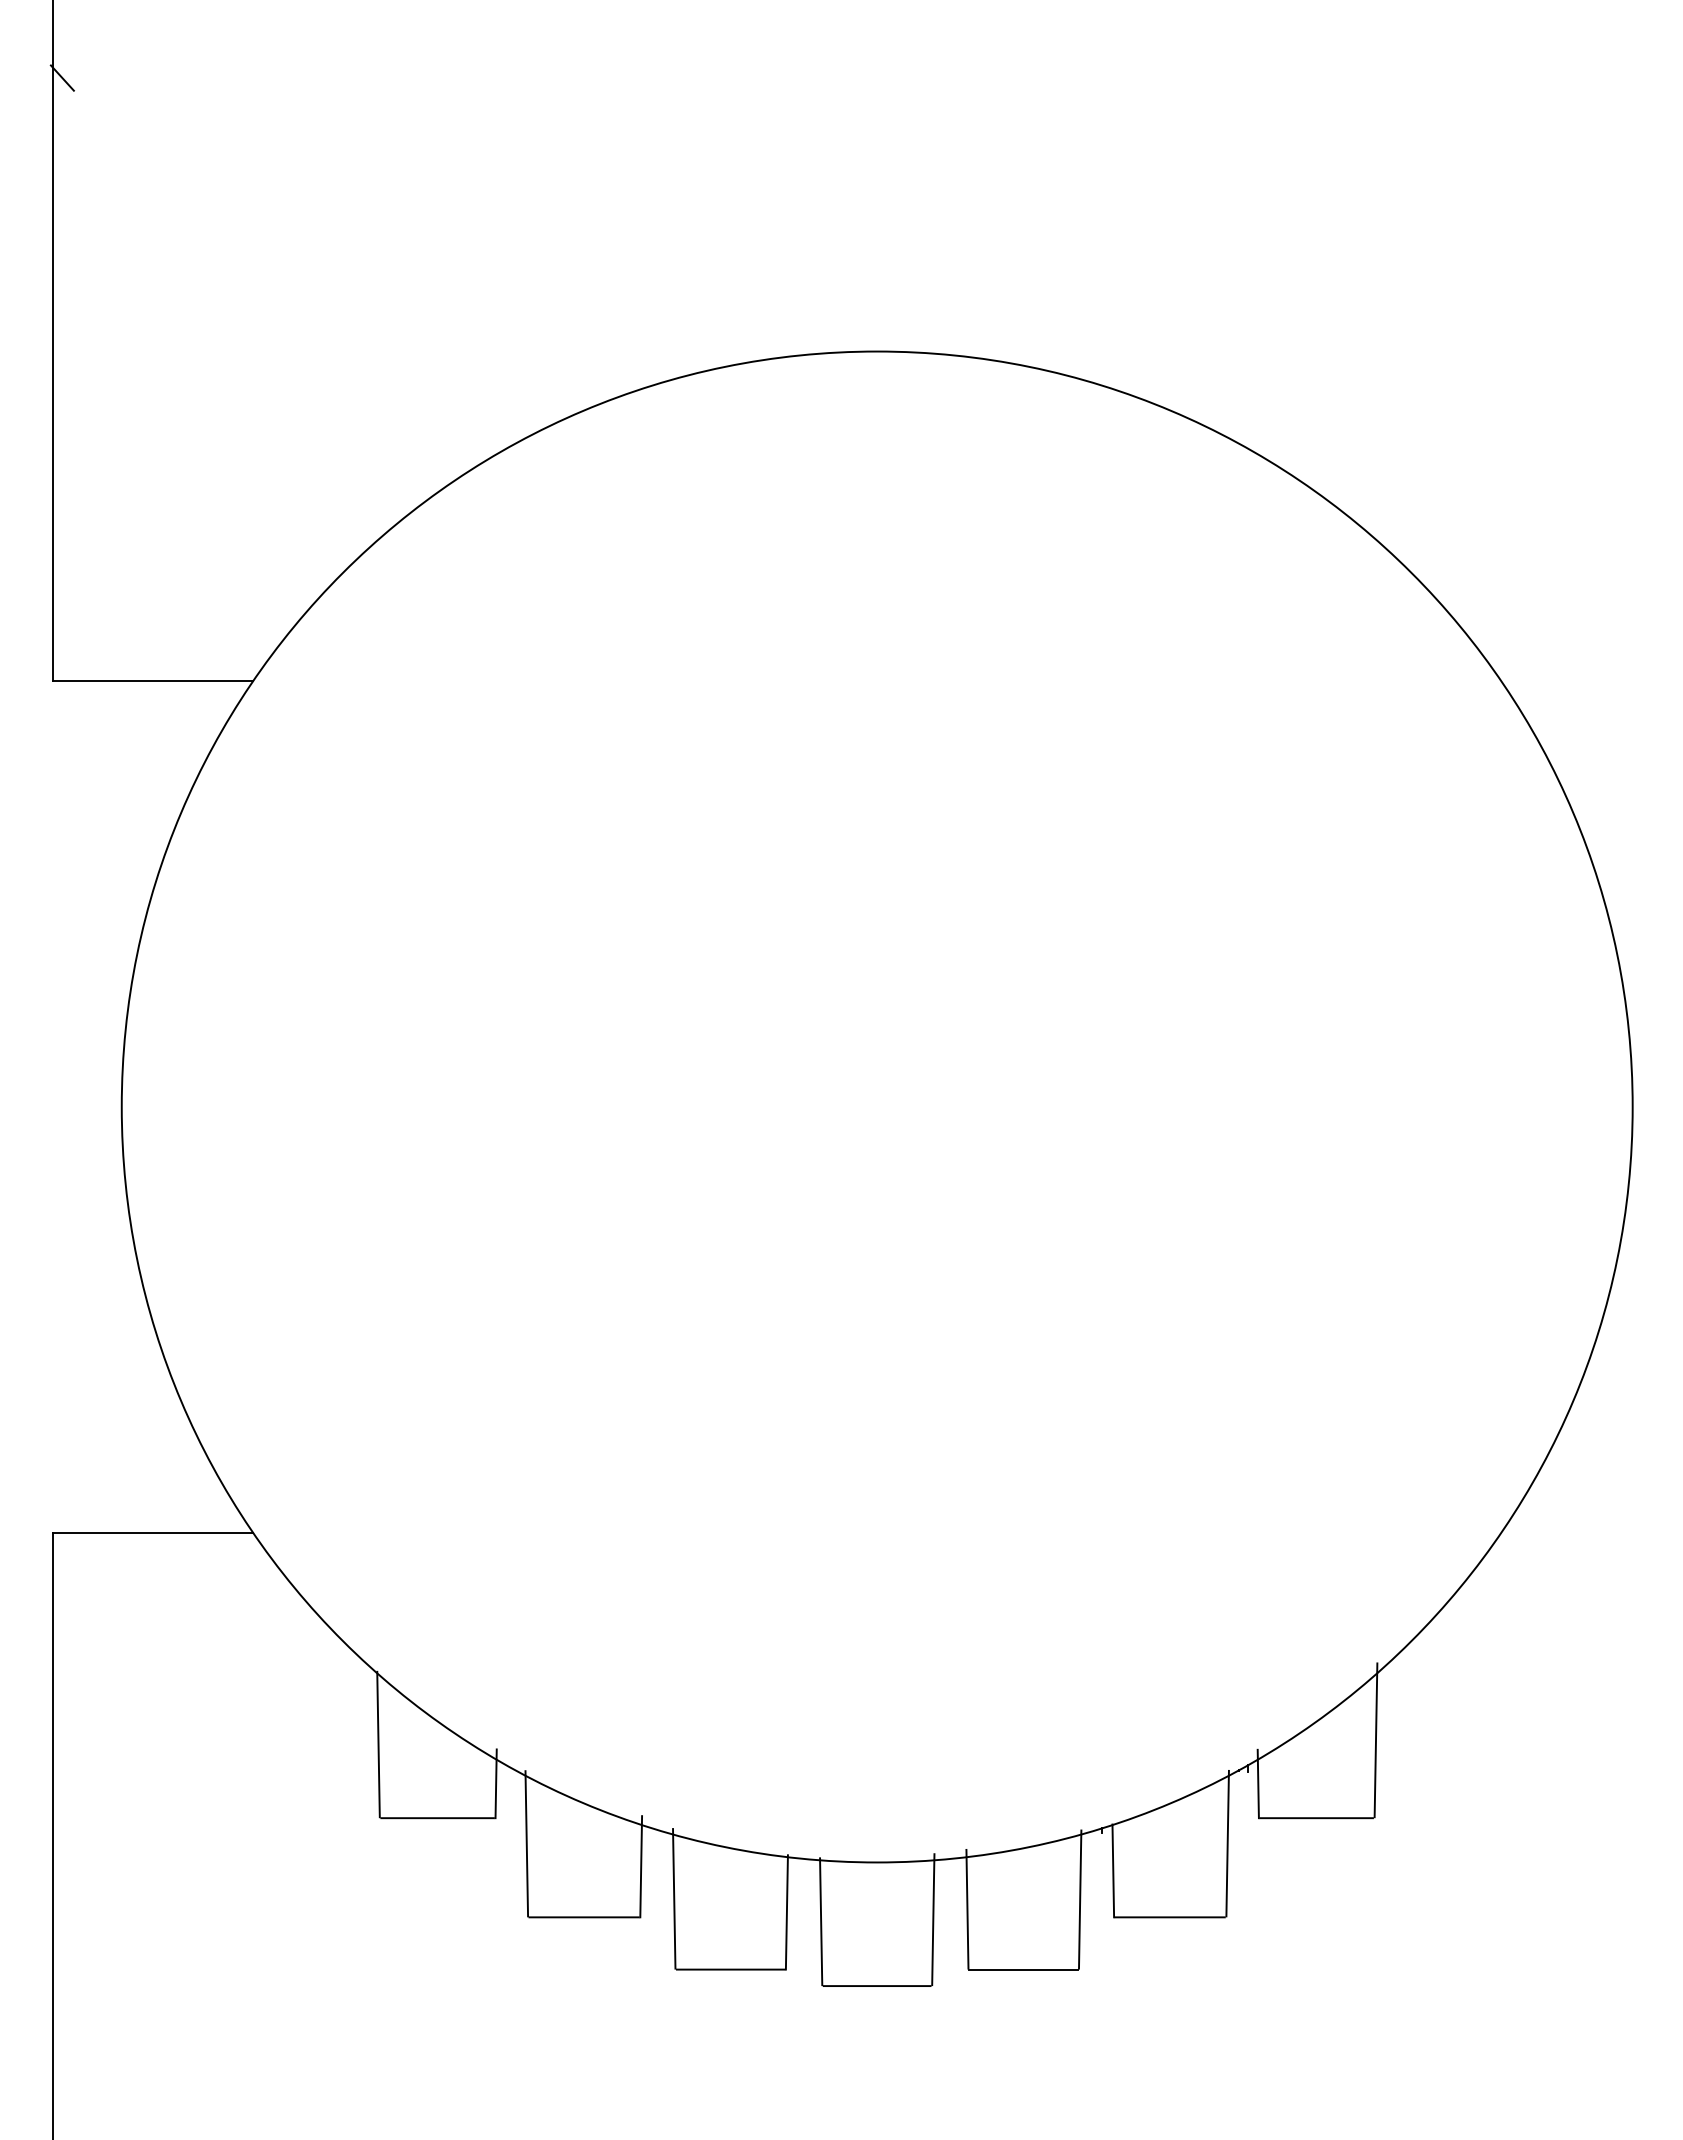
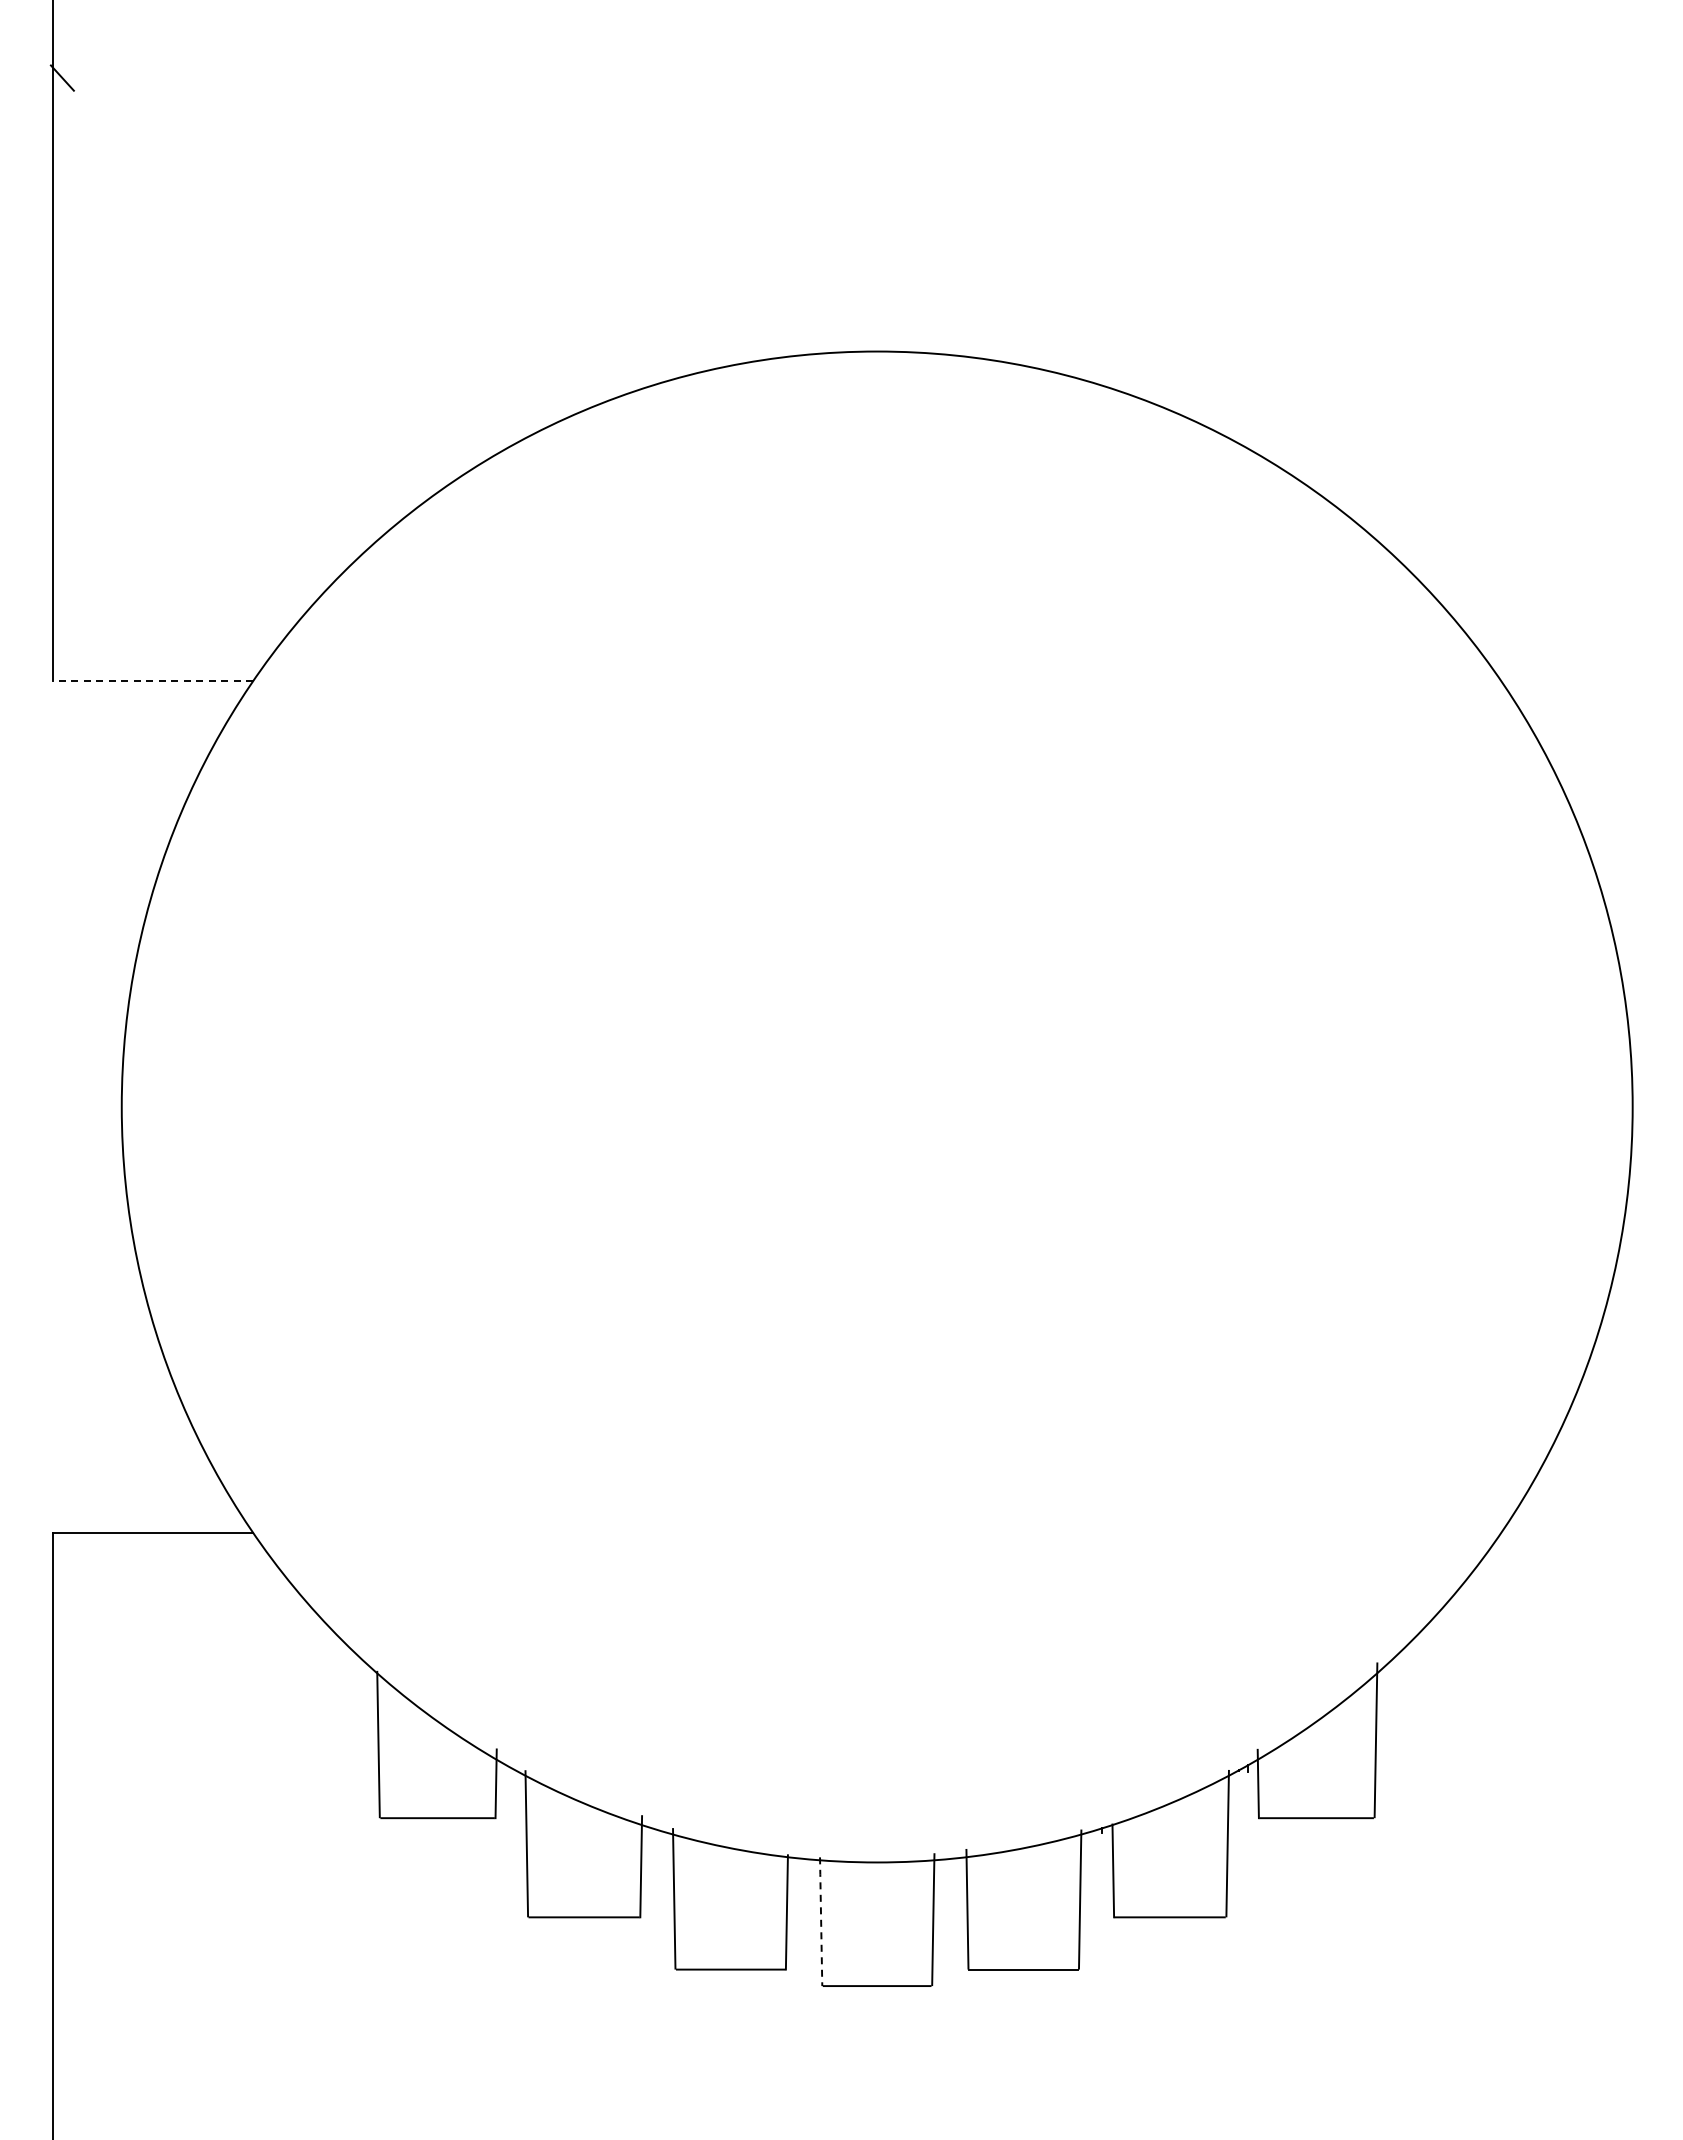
line at (152, 681): solid -> dashed
line at (821, 1921): solid -> dashed
